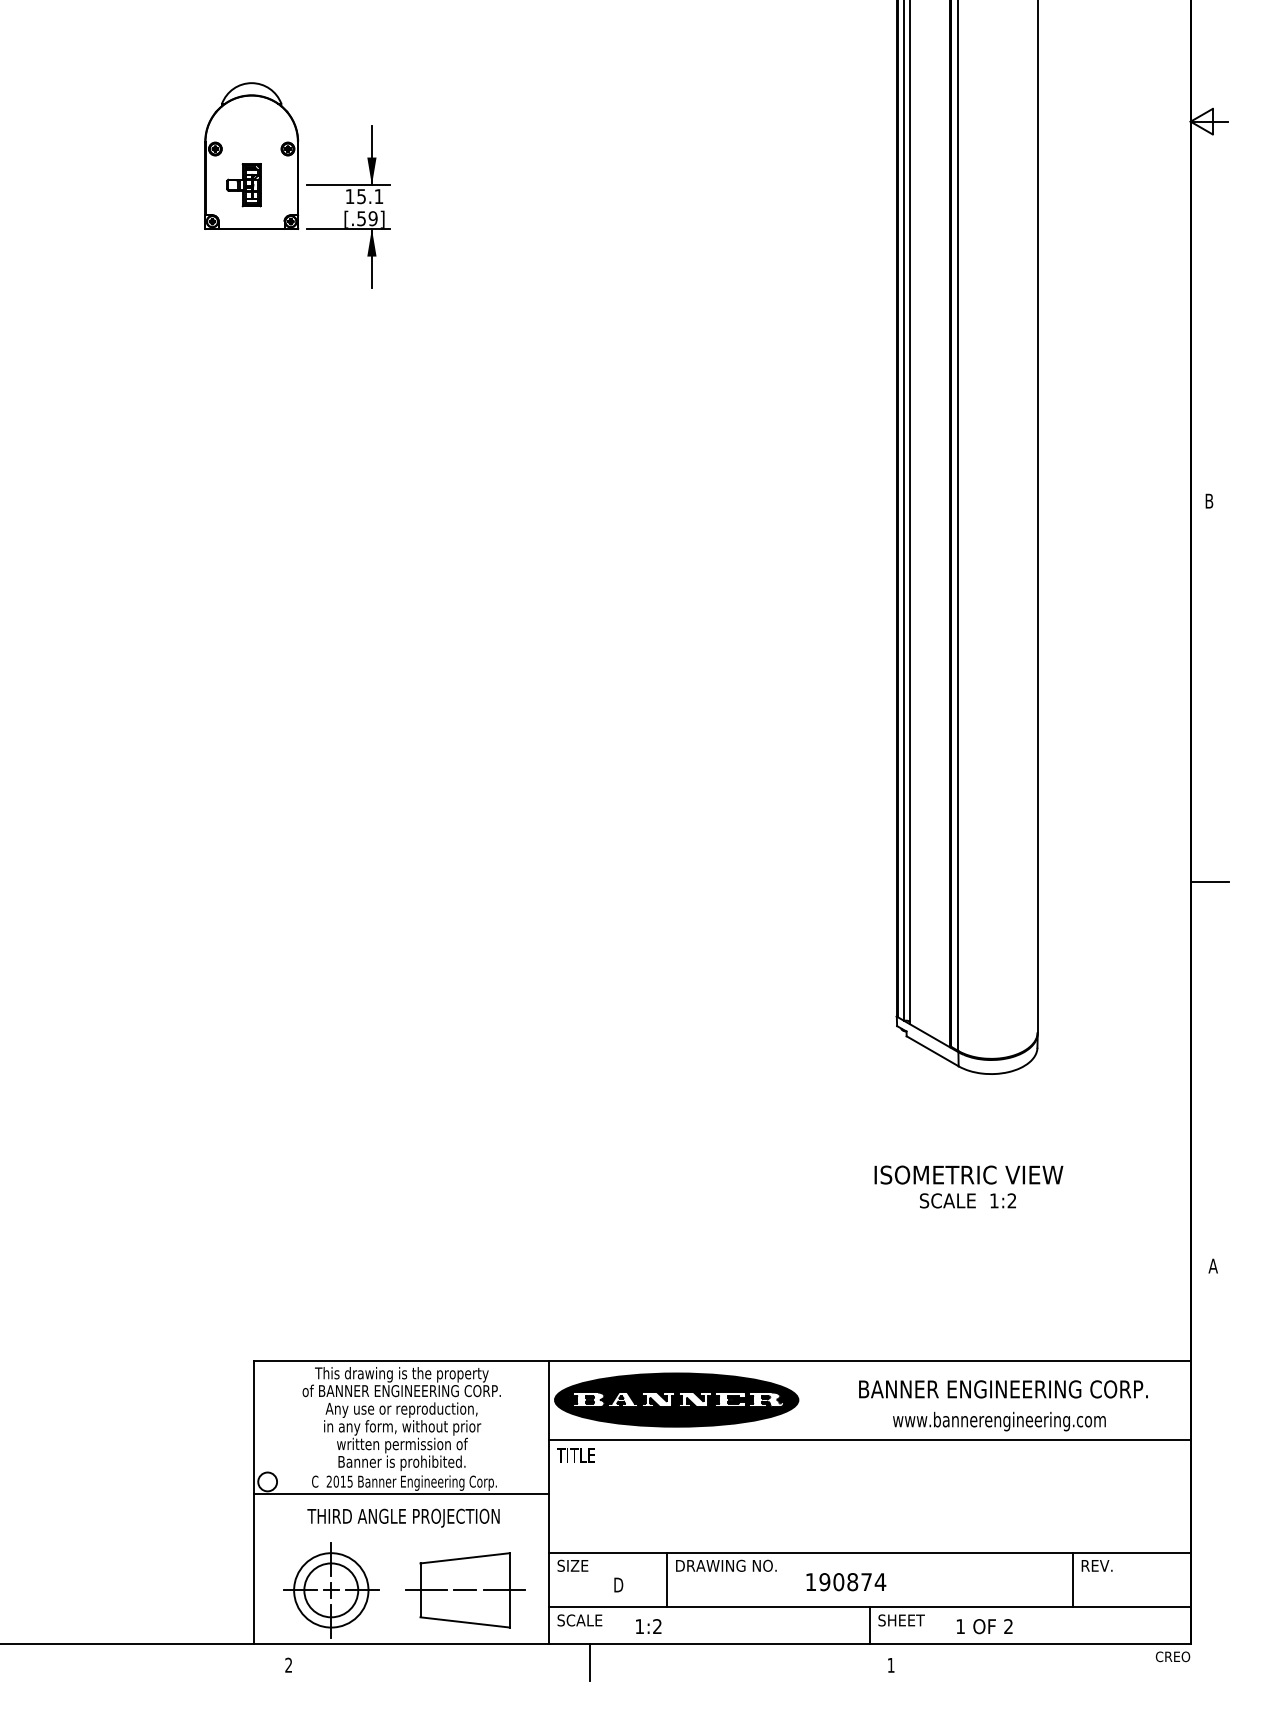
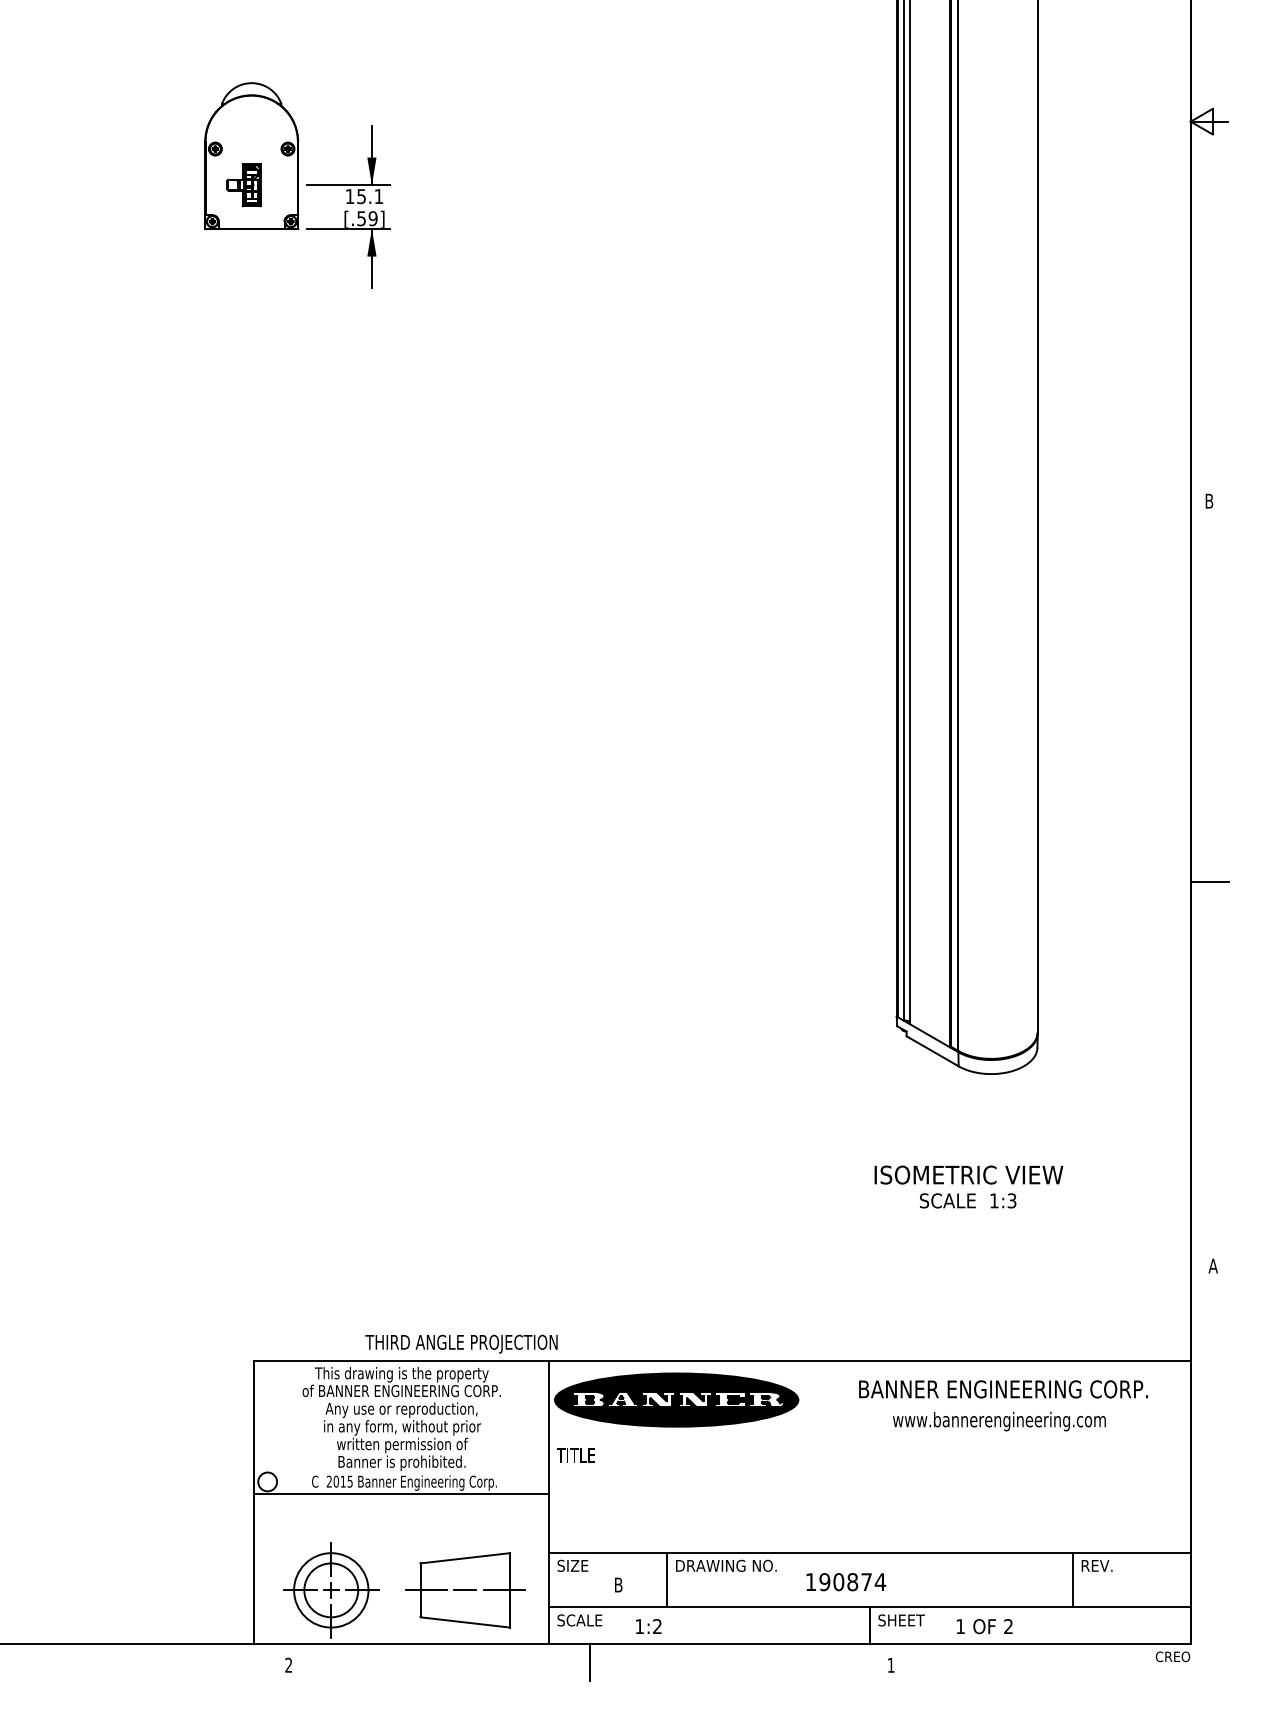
text at (1011, 1200): 1:2 -> 1:3
line at (869, 1440): present -> none
text at (403, 1517) position: (403, 1517) -> (461, 1343)
text at (618, 1584): D -> B
